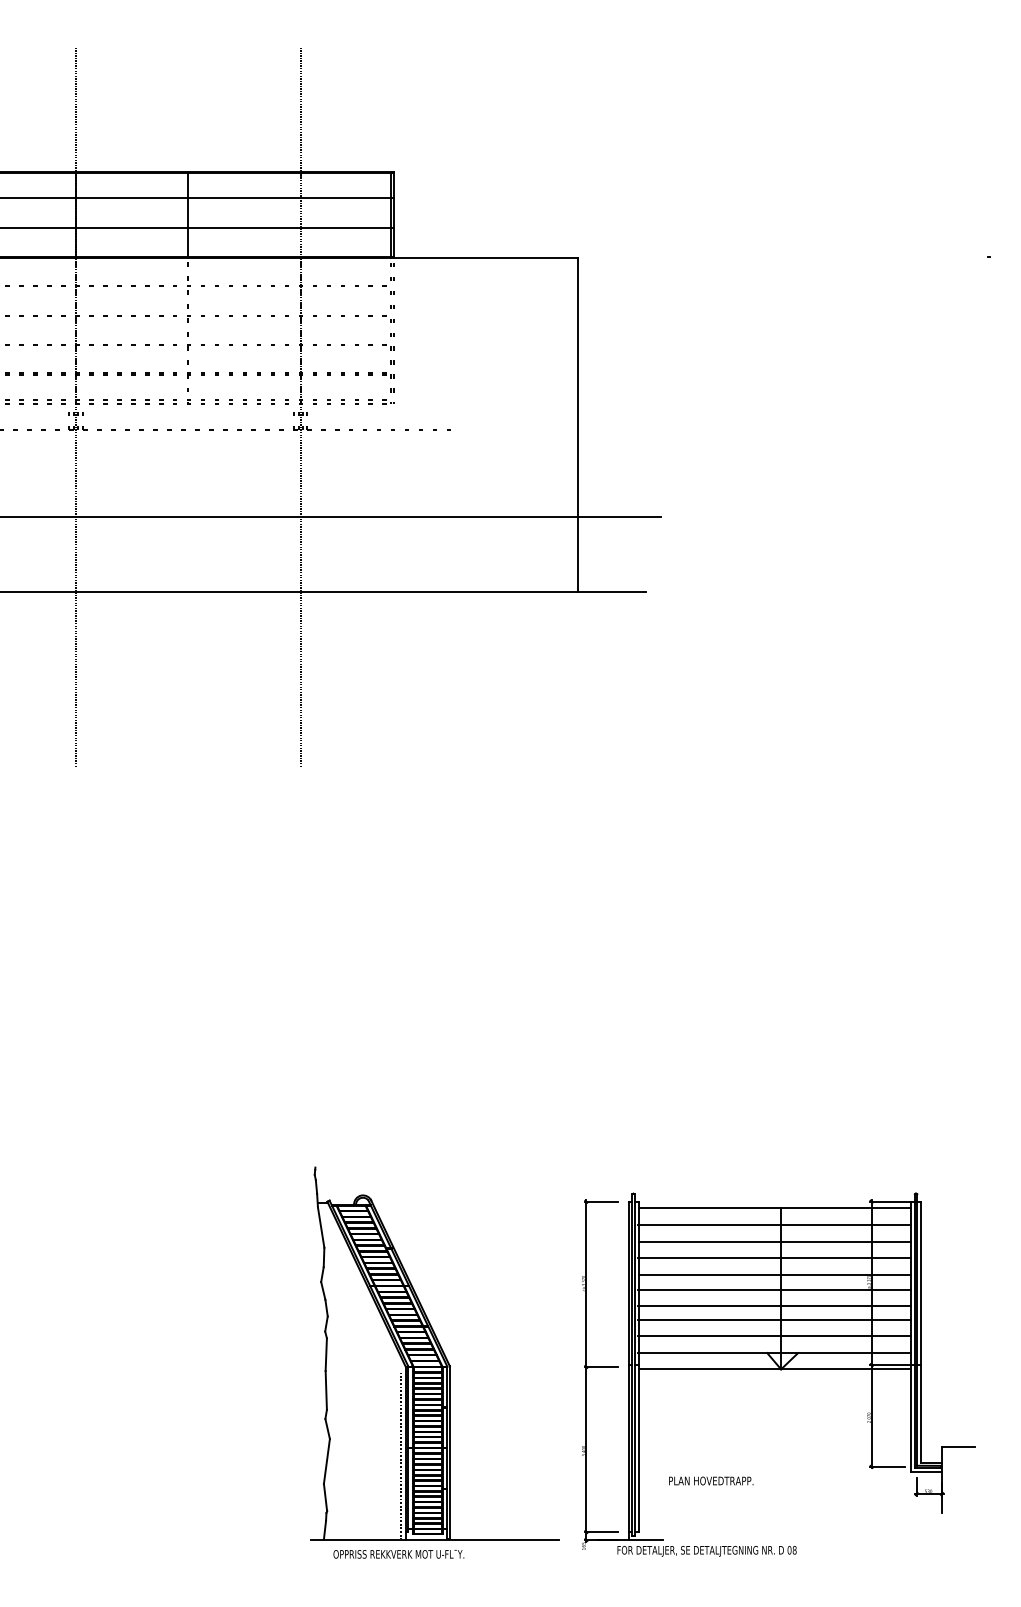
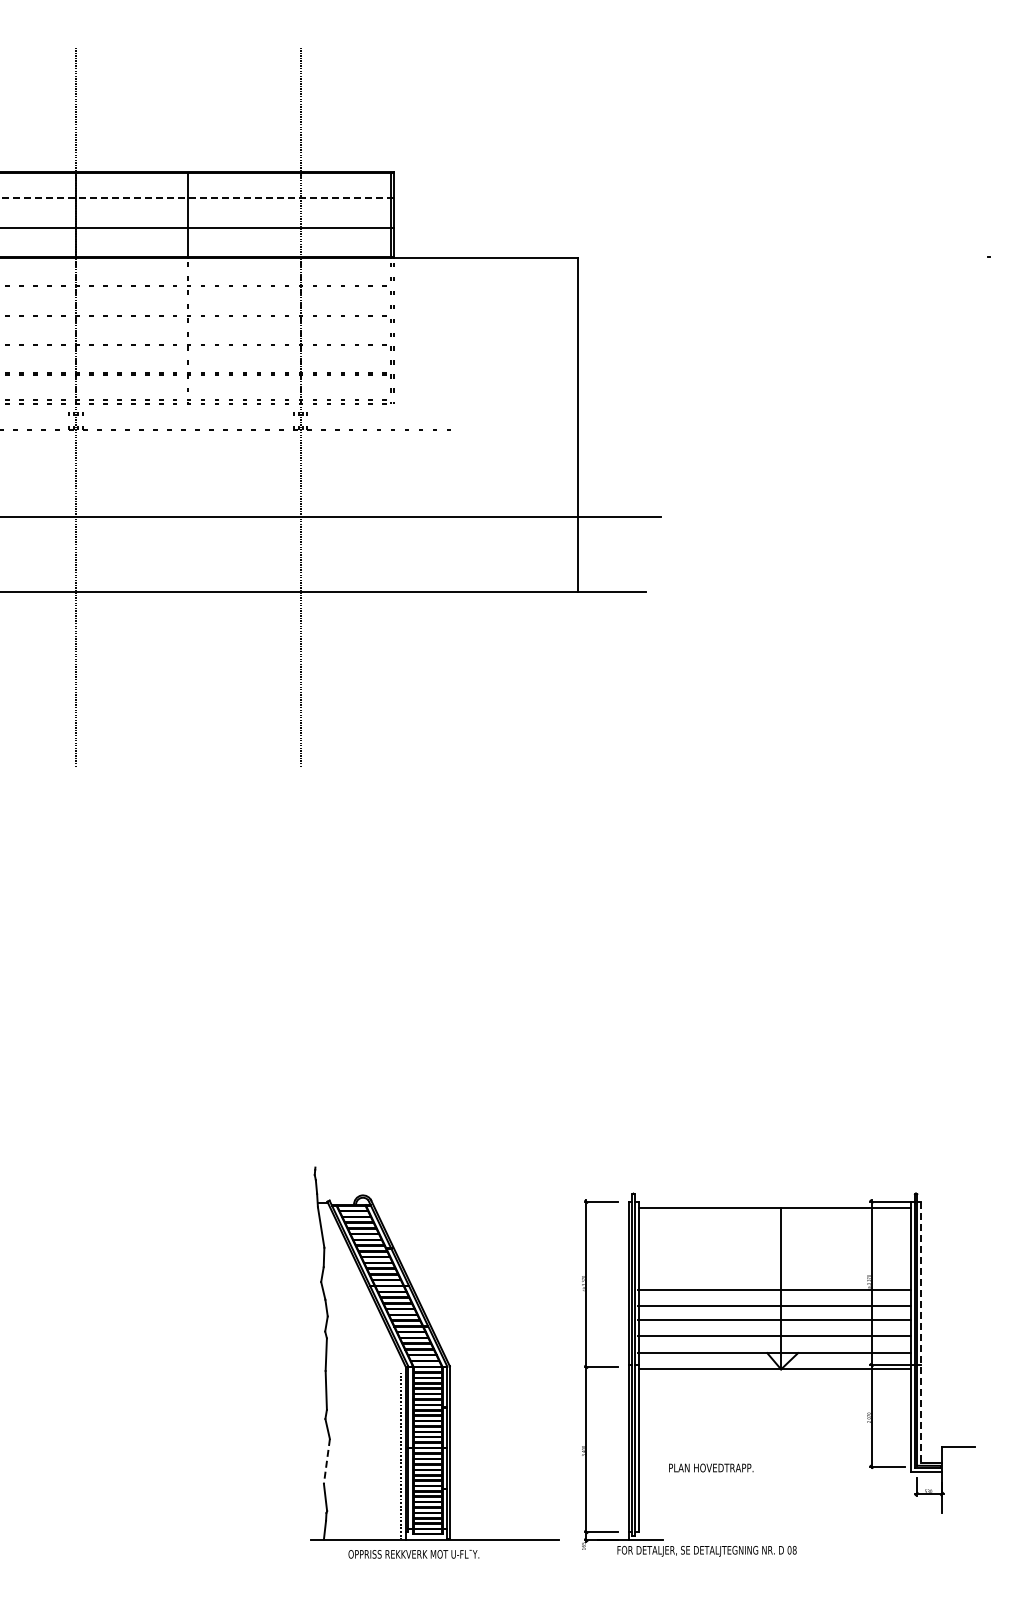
line at (197, 198): solid -> dashed
line at (774, 1225): present -> none
line at (774, 1241): present -> none
line at (774, 1257): present -> none
line at (774, 1274): present -> none
line at (921, 1332): solid -> dashed
line at (326, 1461): solid -> dashed
text at (711, 1480) position: (711, 1480) -> (711, 1467)
text at (398, 1554) position: (398, 1554) -> (413, 1554)
